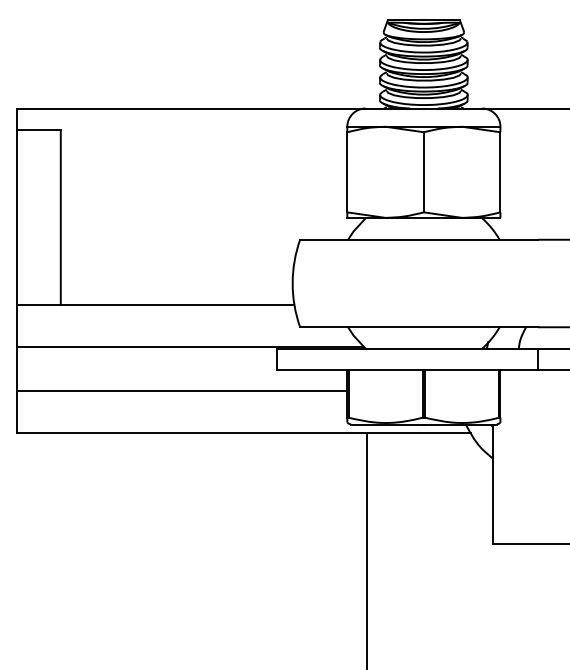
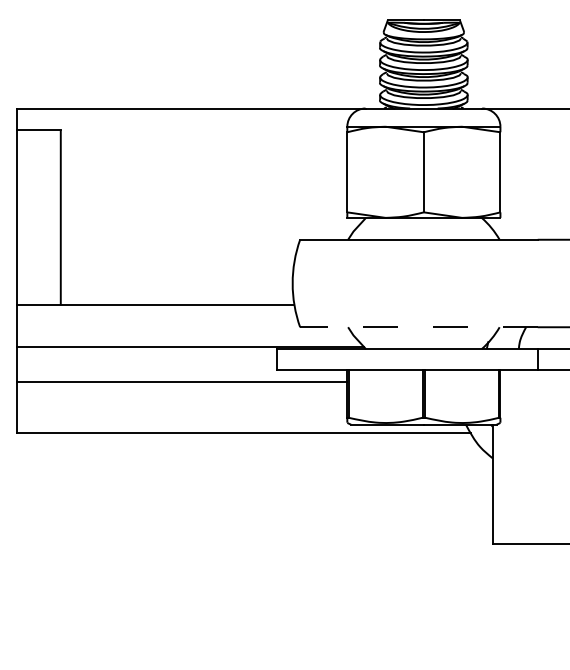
line at (418, 327): solid -> dashed
line at (182, 390) position: (182, 390) -> (182, 381)
line at (367, 549): present -> none
